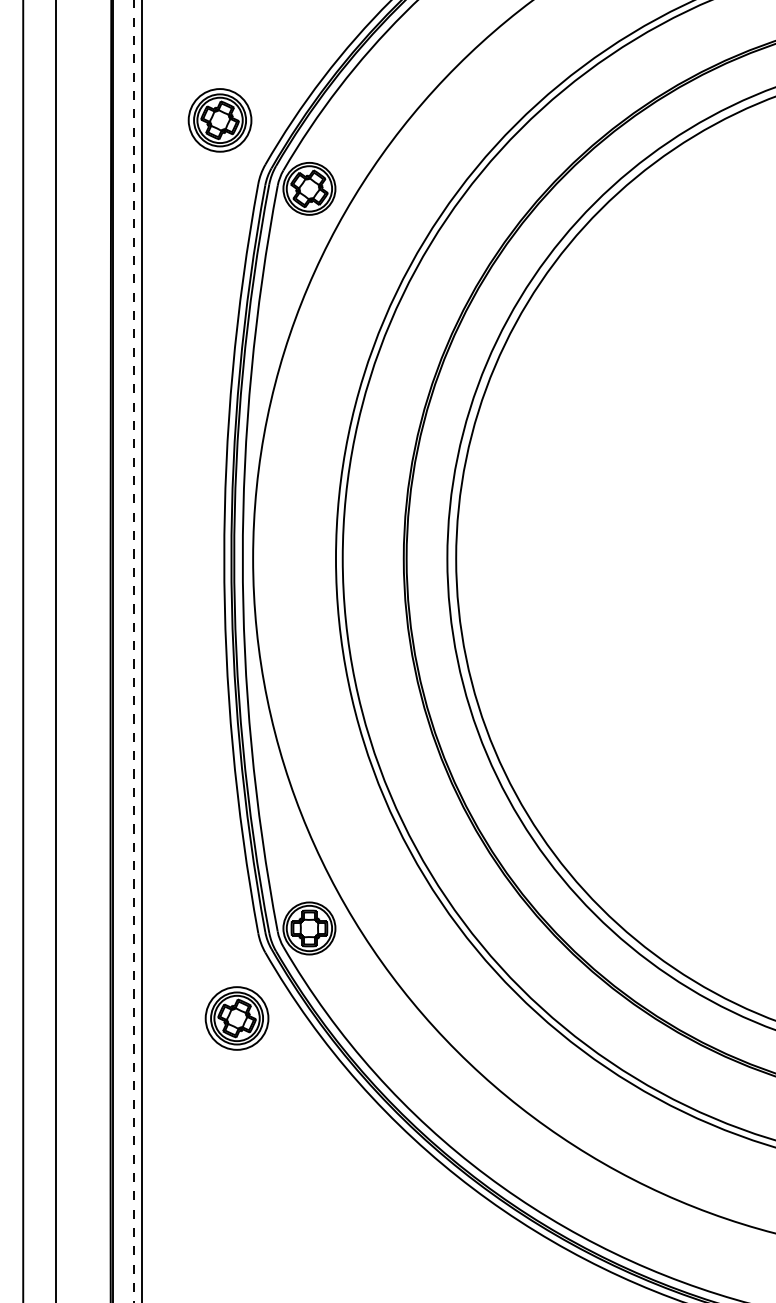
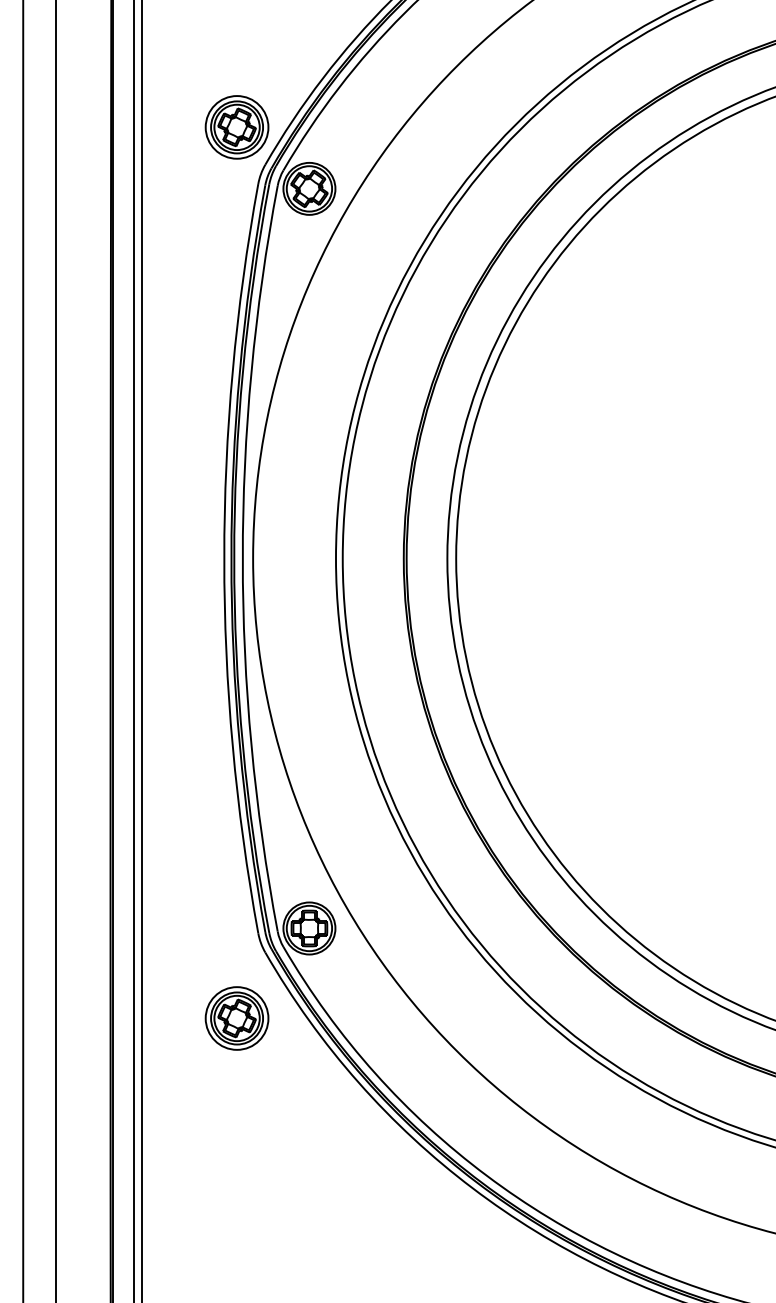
part at (219, 120) position: (219, 120) -> (236, 127)
line at (134, 651): dashed -> solid
